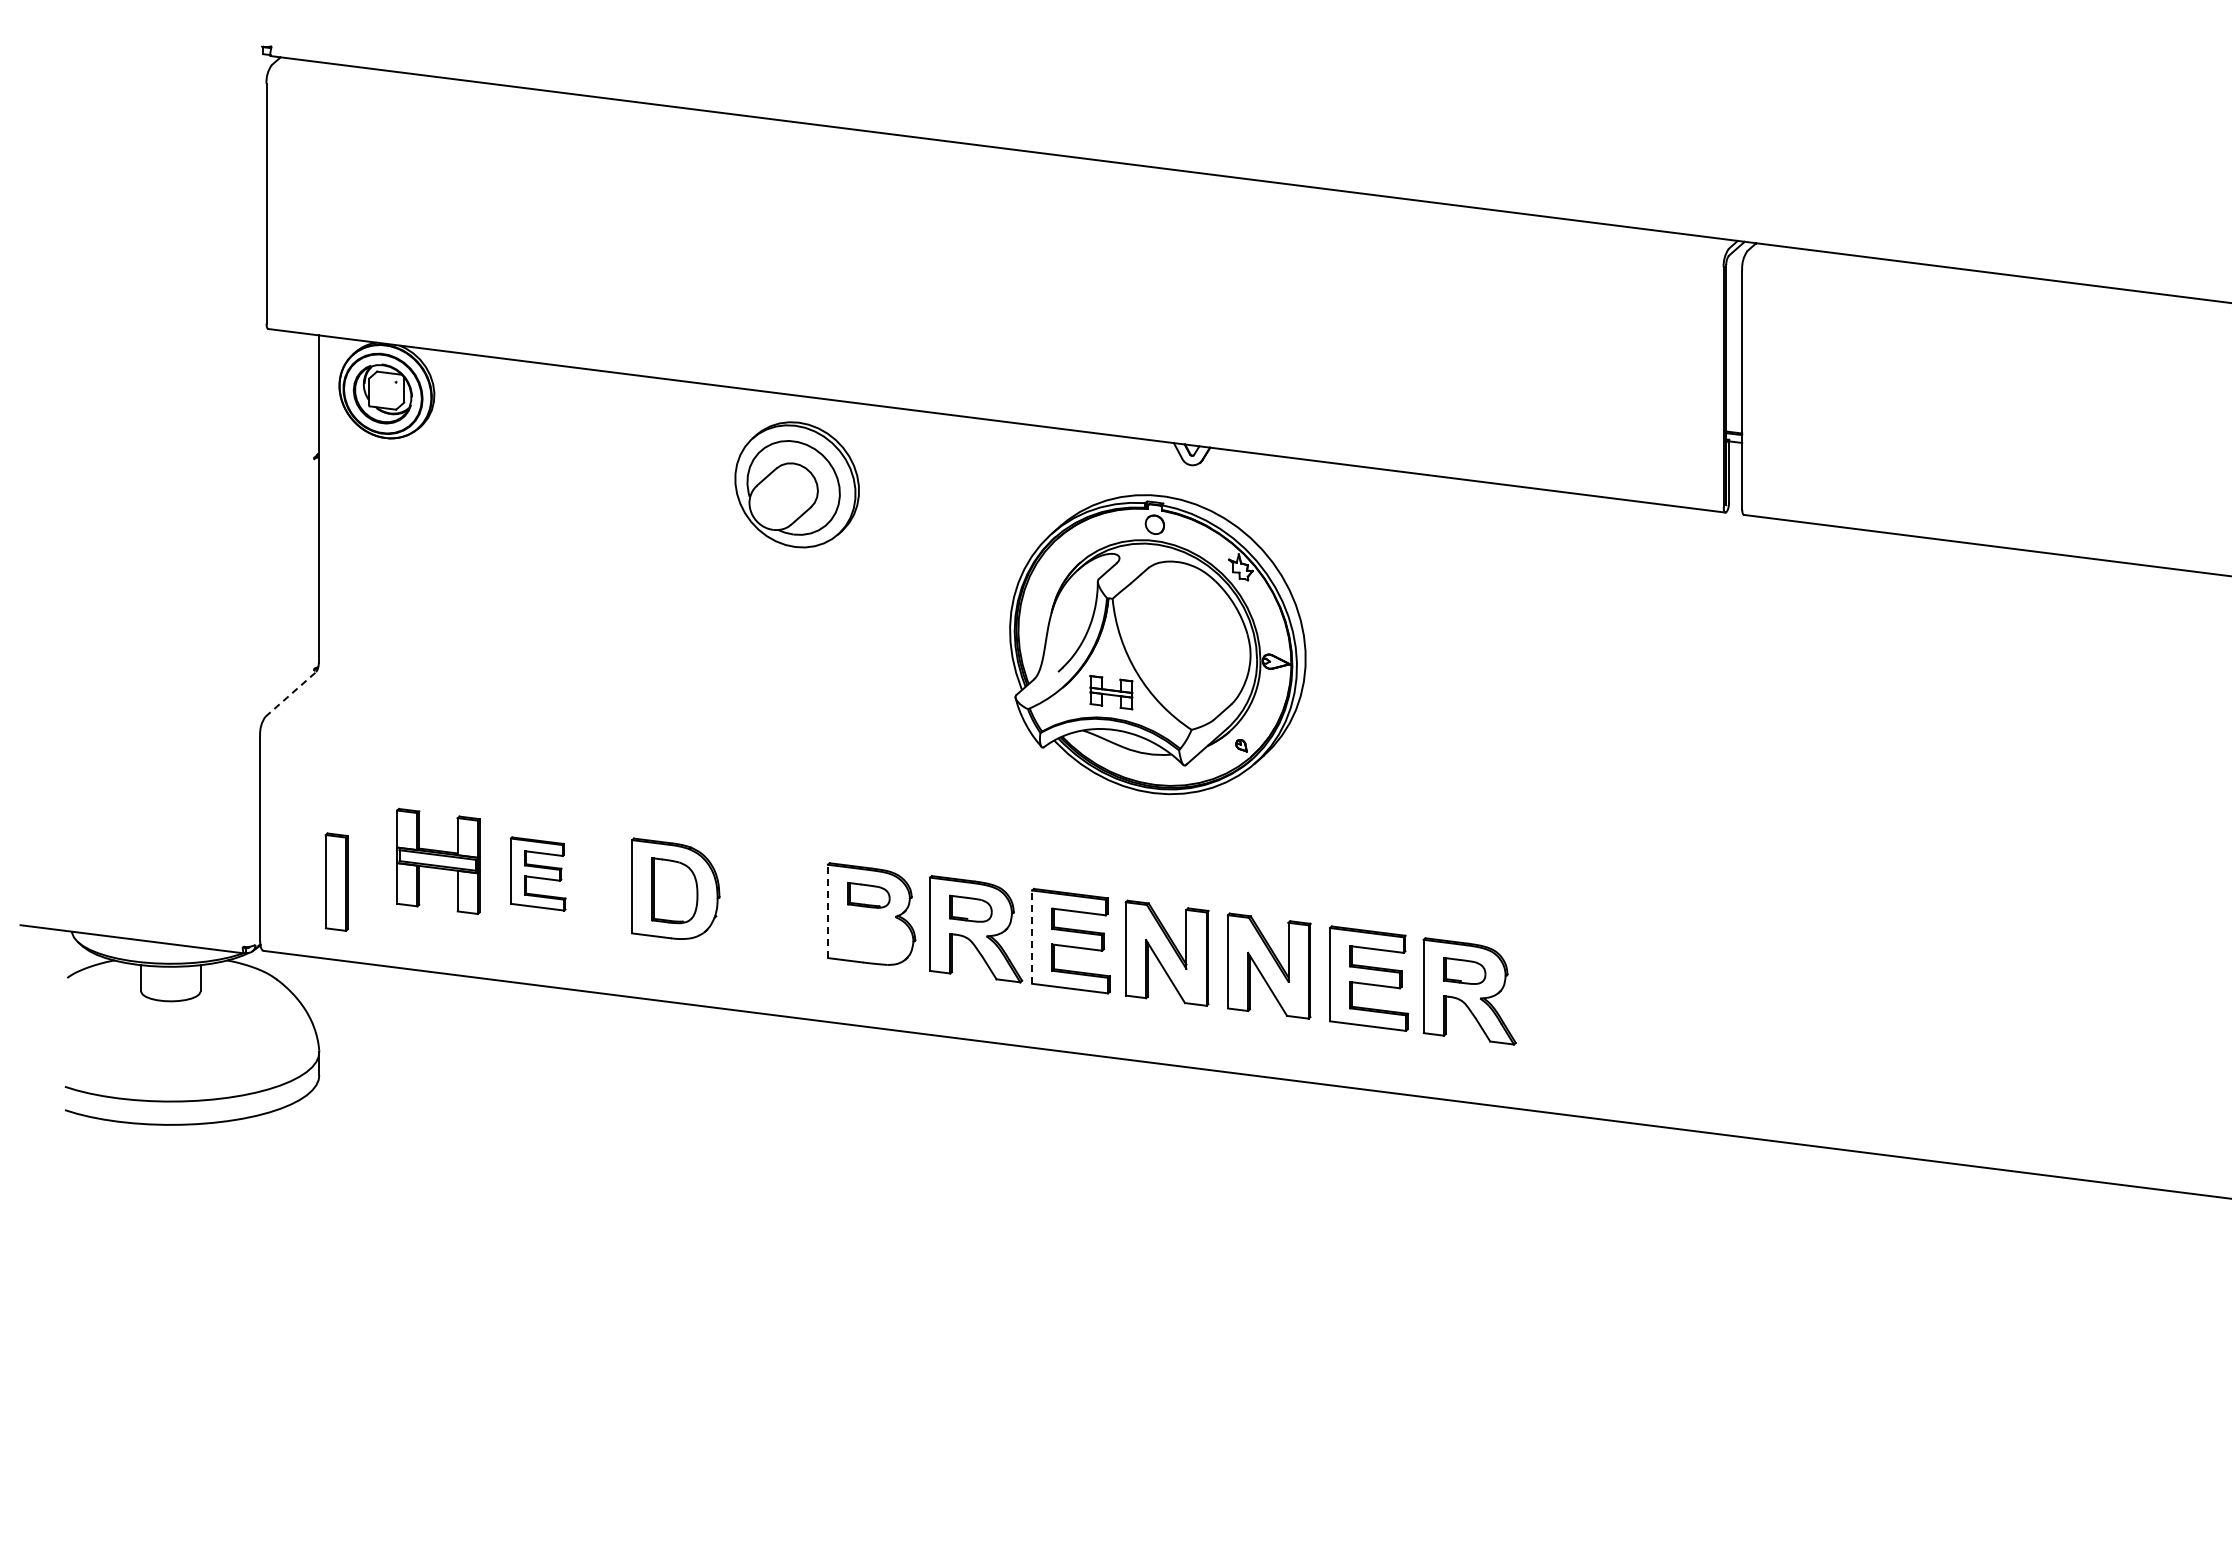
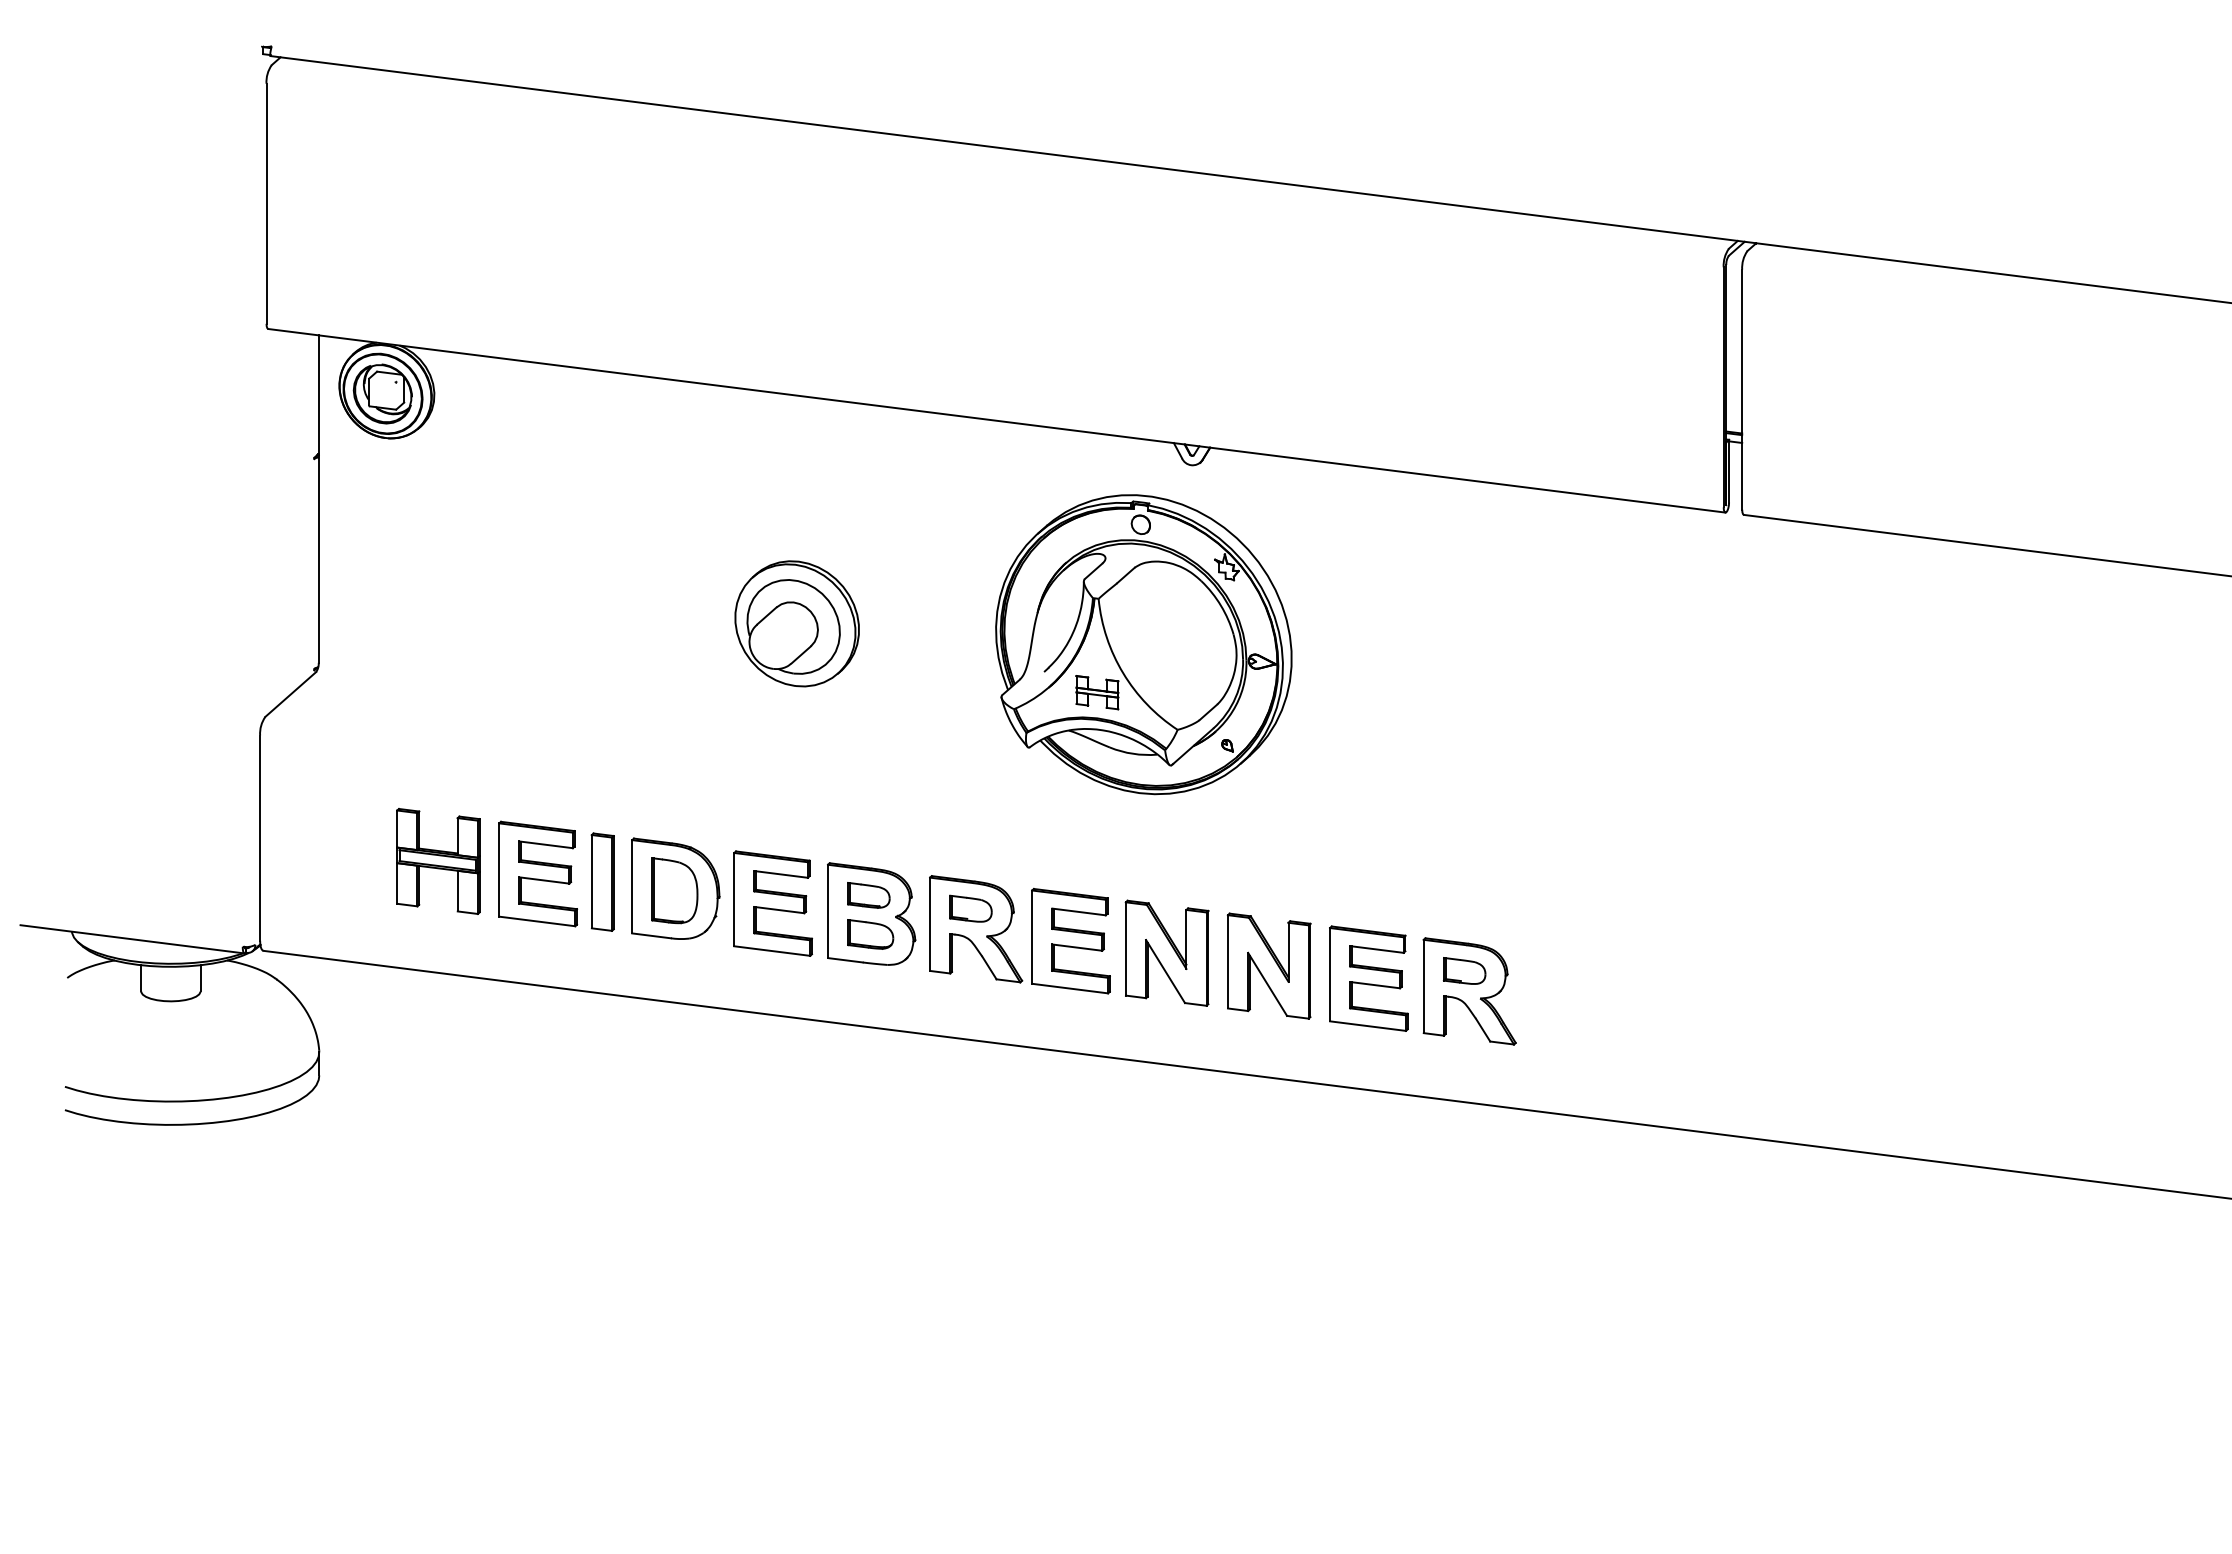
part at (796, 484) position: (796, 484) -> (796, 623)
part at (1157, 644) position: (1157, 644) -> (1143, 644)
line at (290, 694): dashed -> solid
part at (538, 873) size: 57x76 px -> 81x108 px
part at (336, 881) position: (336, 881) -> (602, 881)
part at (773, 903): none -> present
line at (828, 911): dashed -> solid
part at (870, 934): none -> present
line at (1032, 937): dashed -> solid
